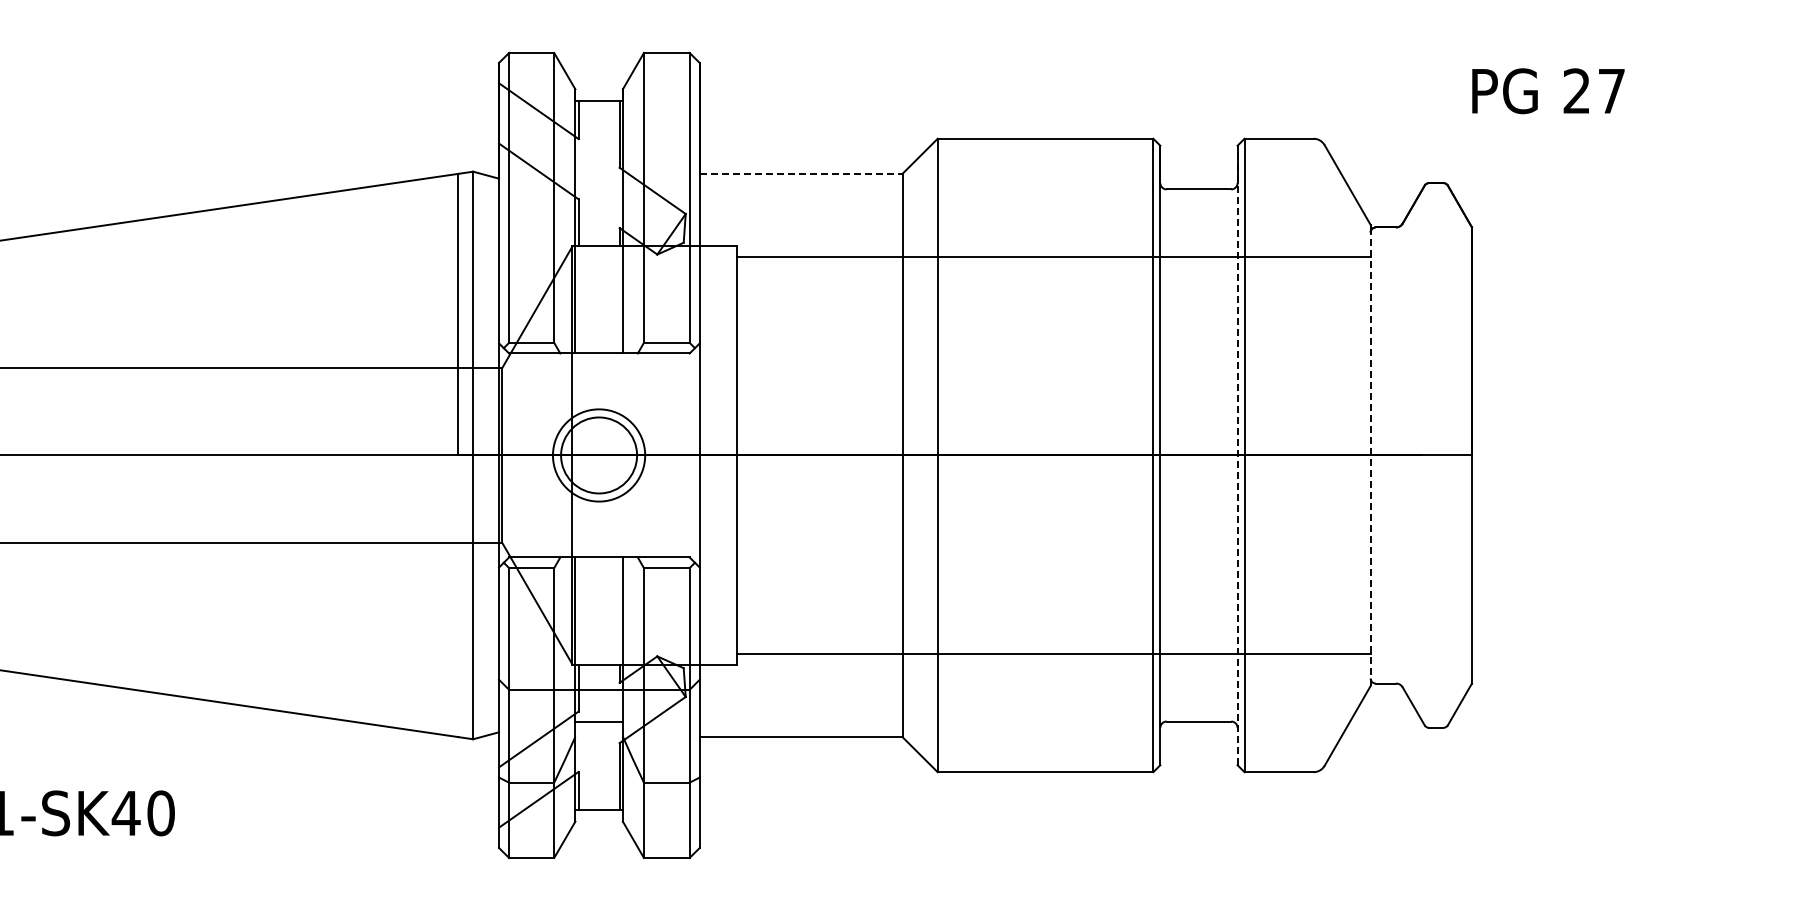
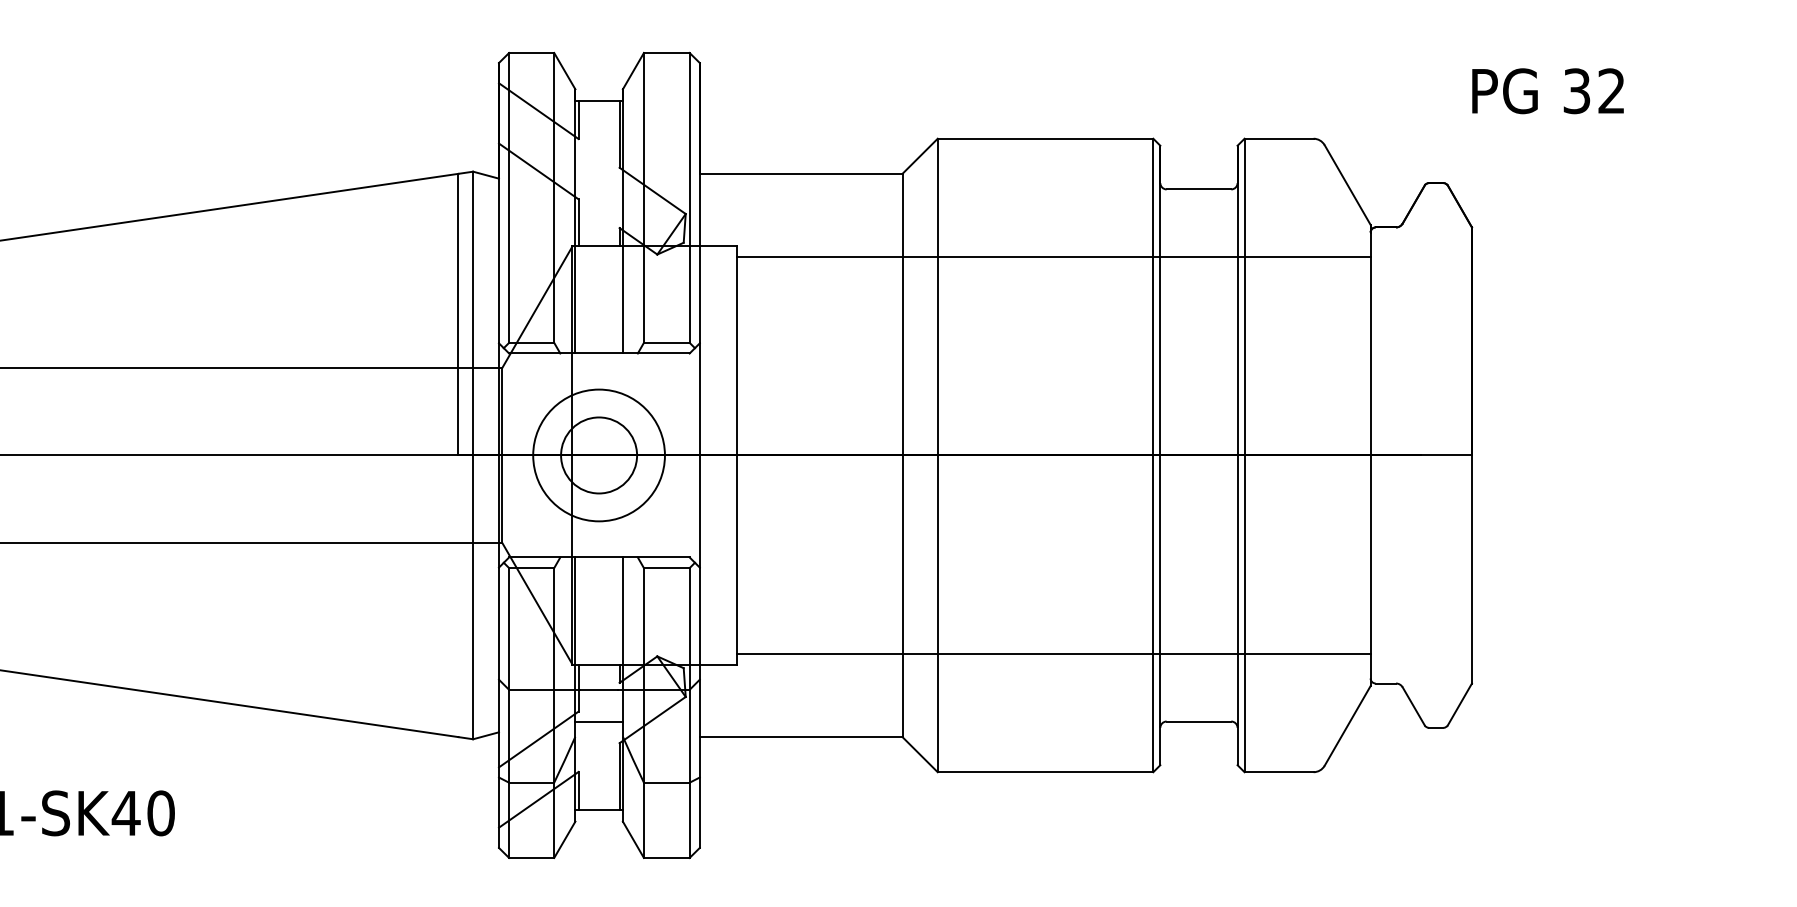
text at (1593, 91): 27 -> 32
line at (801, 173): dashed -> solid
circle at (598, 455) diameter: 92 px -> 132 px
line at (1237, 455): dashed -> solid
line at (1370, 455): dashed -> solid
